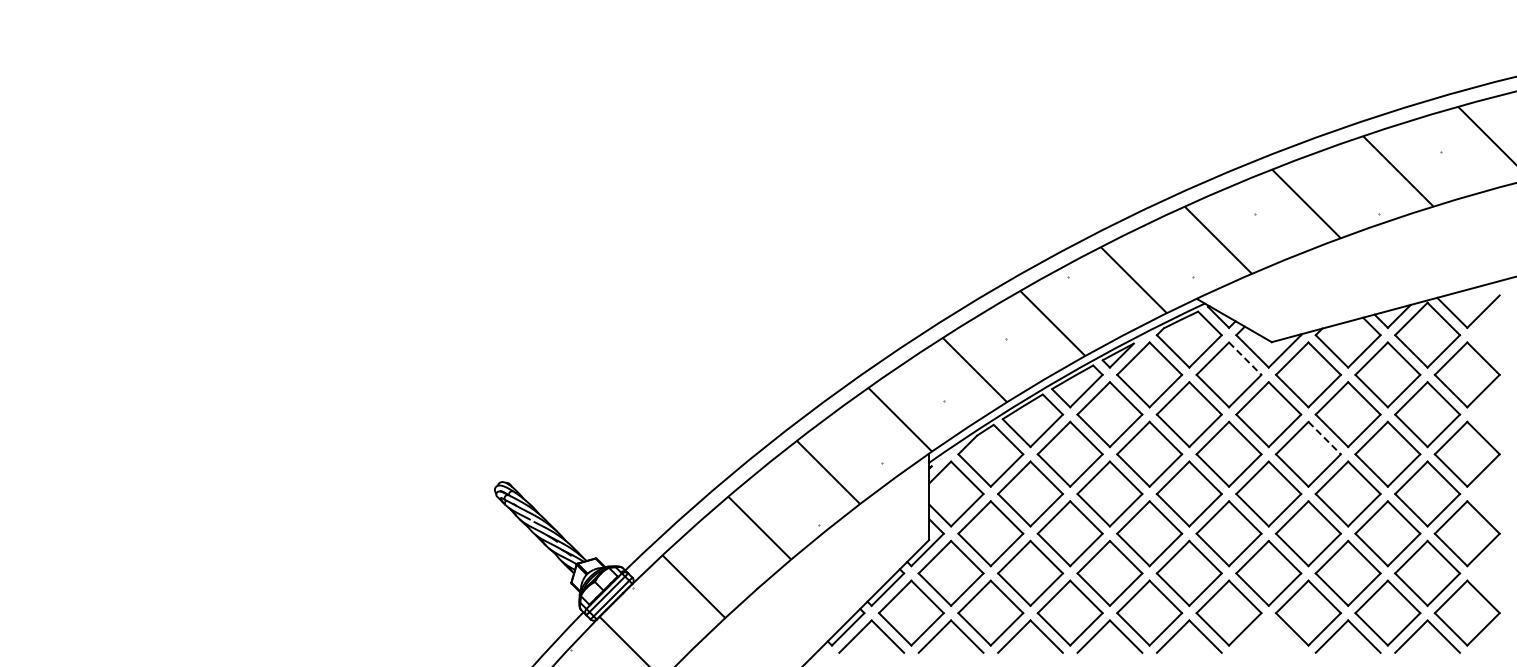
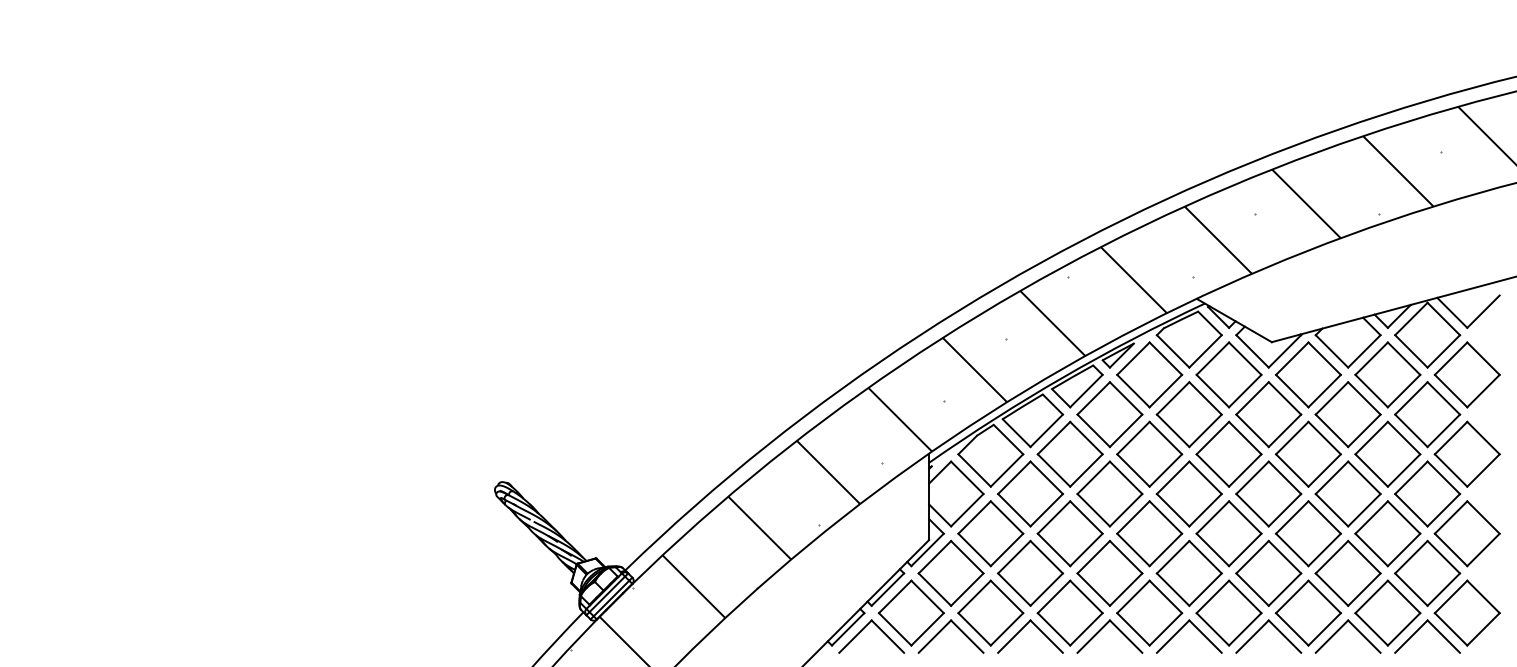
line at (1245, 358): dashed -> solid
line at (1324, 438): dashed -> solid
part at (1261, 629): none -> present
